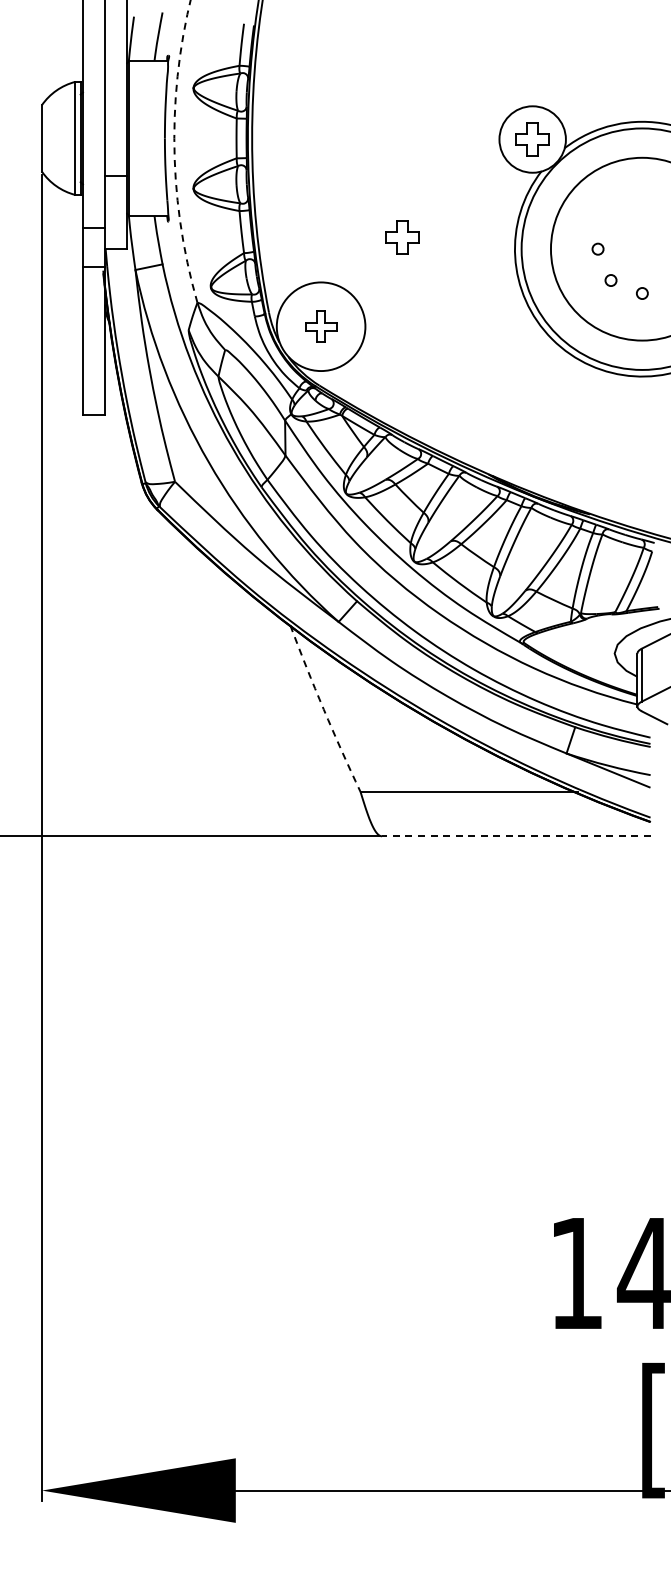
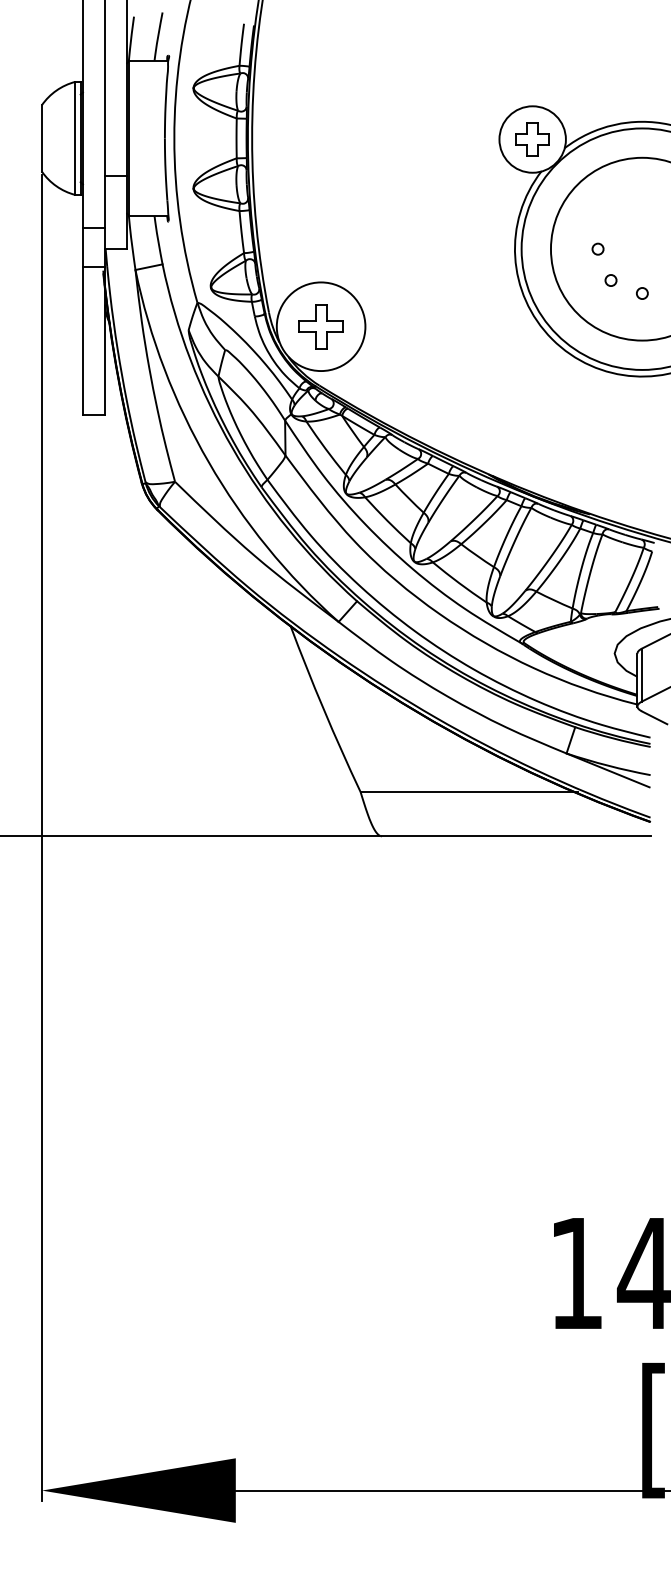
arc at (174, 152): dashed -> solid
part at (402, 237): present -> none
part at (321, 326) size: 33x33 px -> 46x46 px
arc at (323, 709): dashed -> solid
line at (515, 836): dashed -> solid
